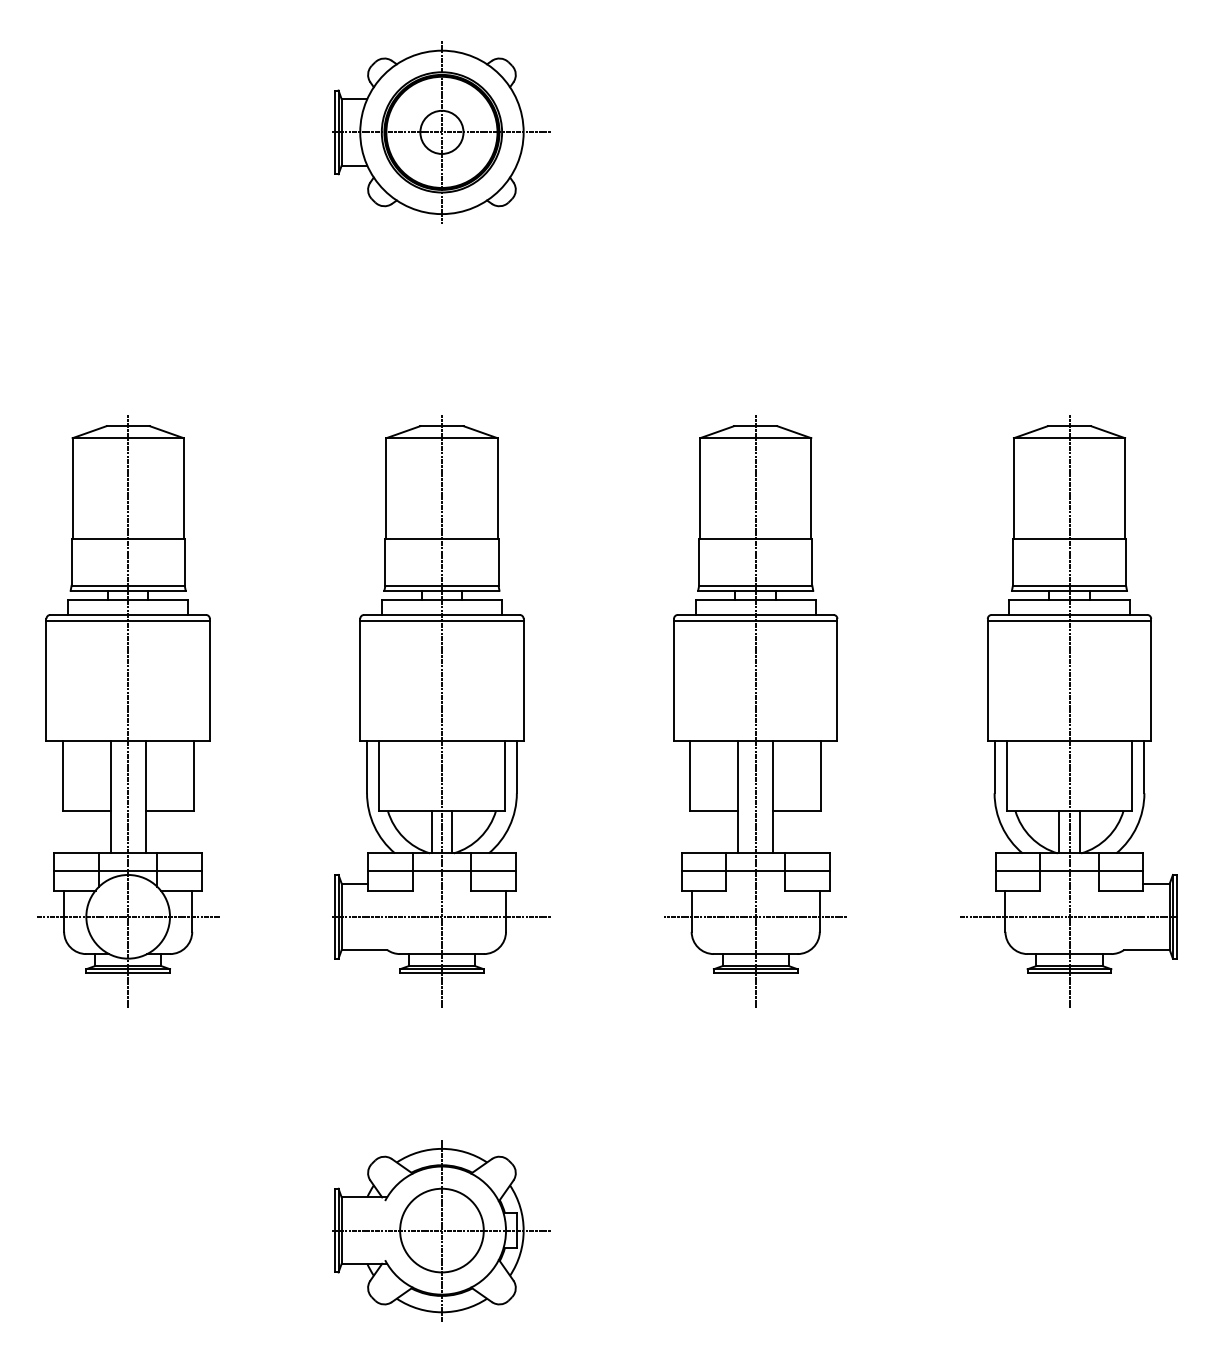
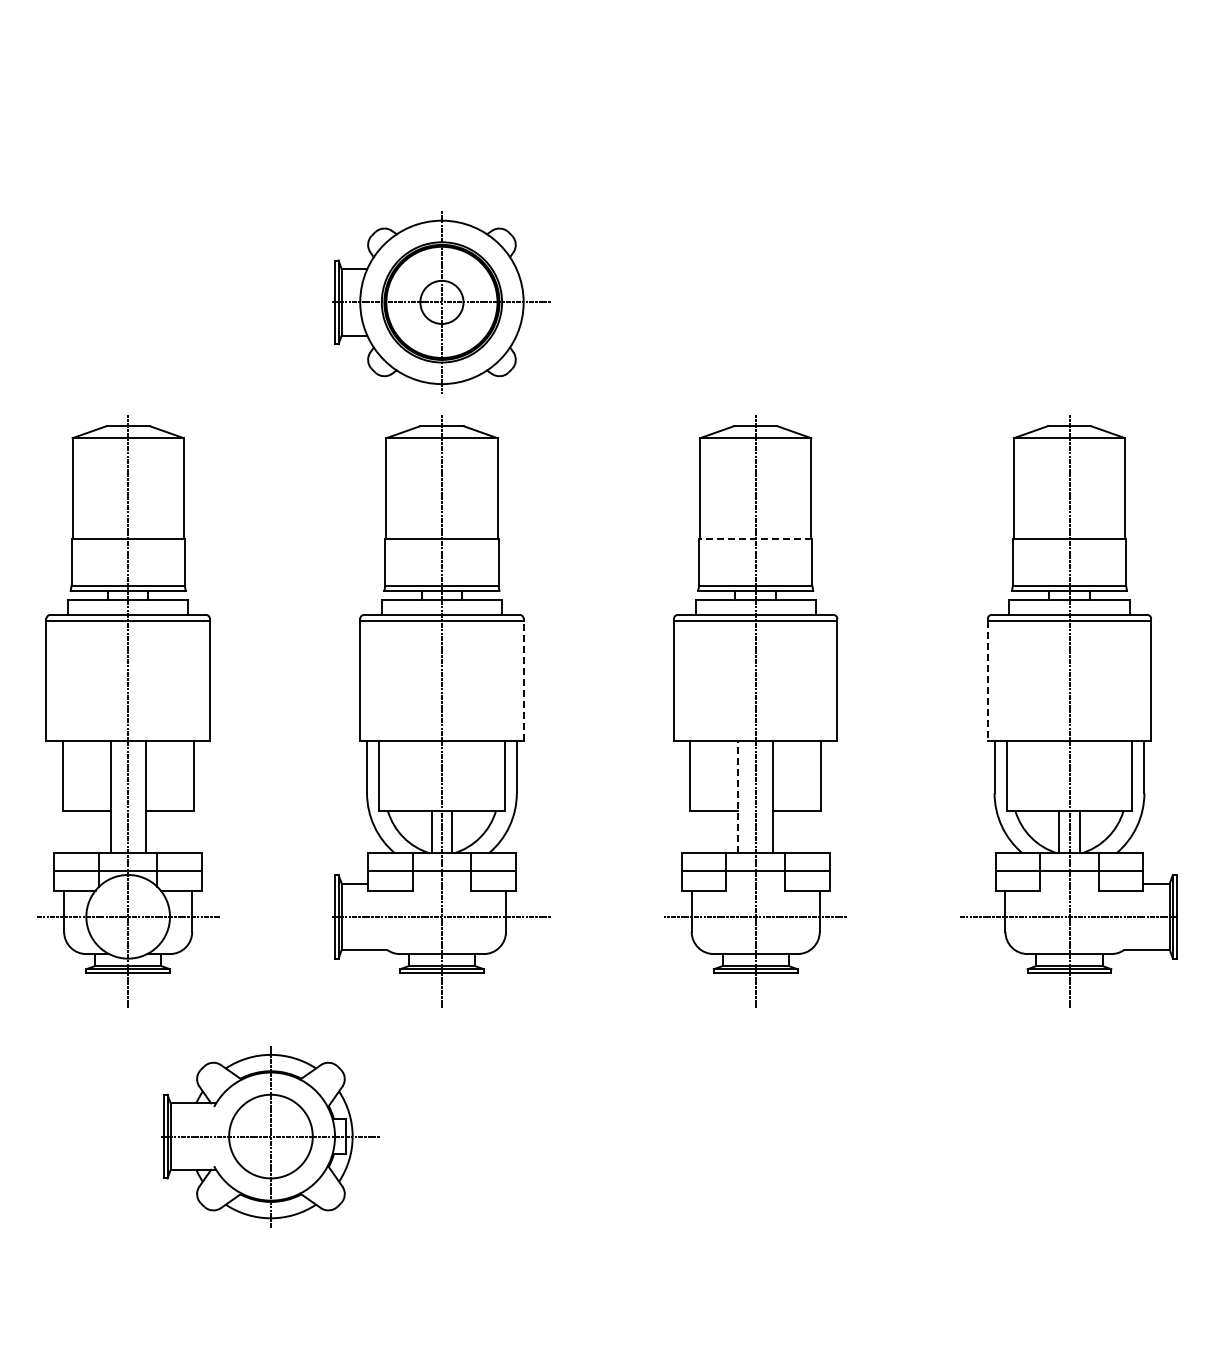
part at (441, 132) position: (441, 132) -> (441, 302)
line at (755, 538): solid -> dashed
line at (523, 680): solid -> dashed
line at (987, 681): solid -> dashed
line at (738, 796): solid -> dashed
part at (441, 1230) position: (441, 1230) -> (270, 1136)
